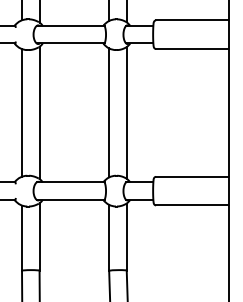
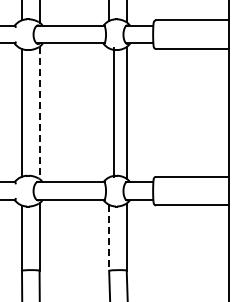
line at (109, 112) position: (109, 112) -> (114, 112)
line at (39, 113): solid -> dashed
line at (109, 237): solid -> dashed
